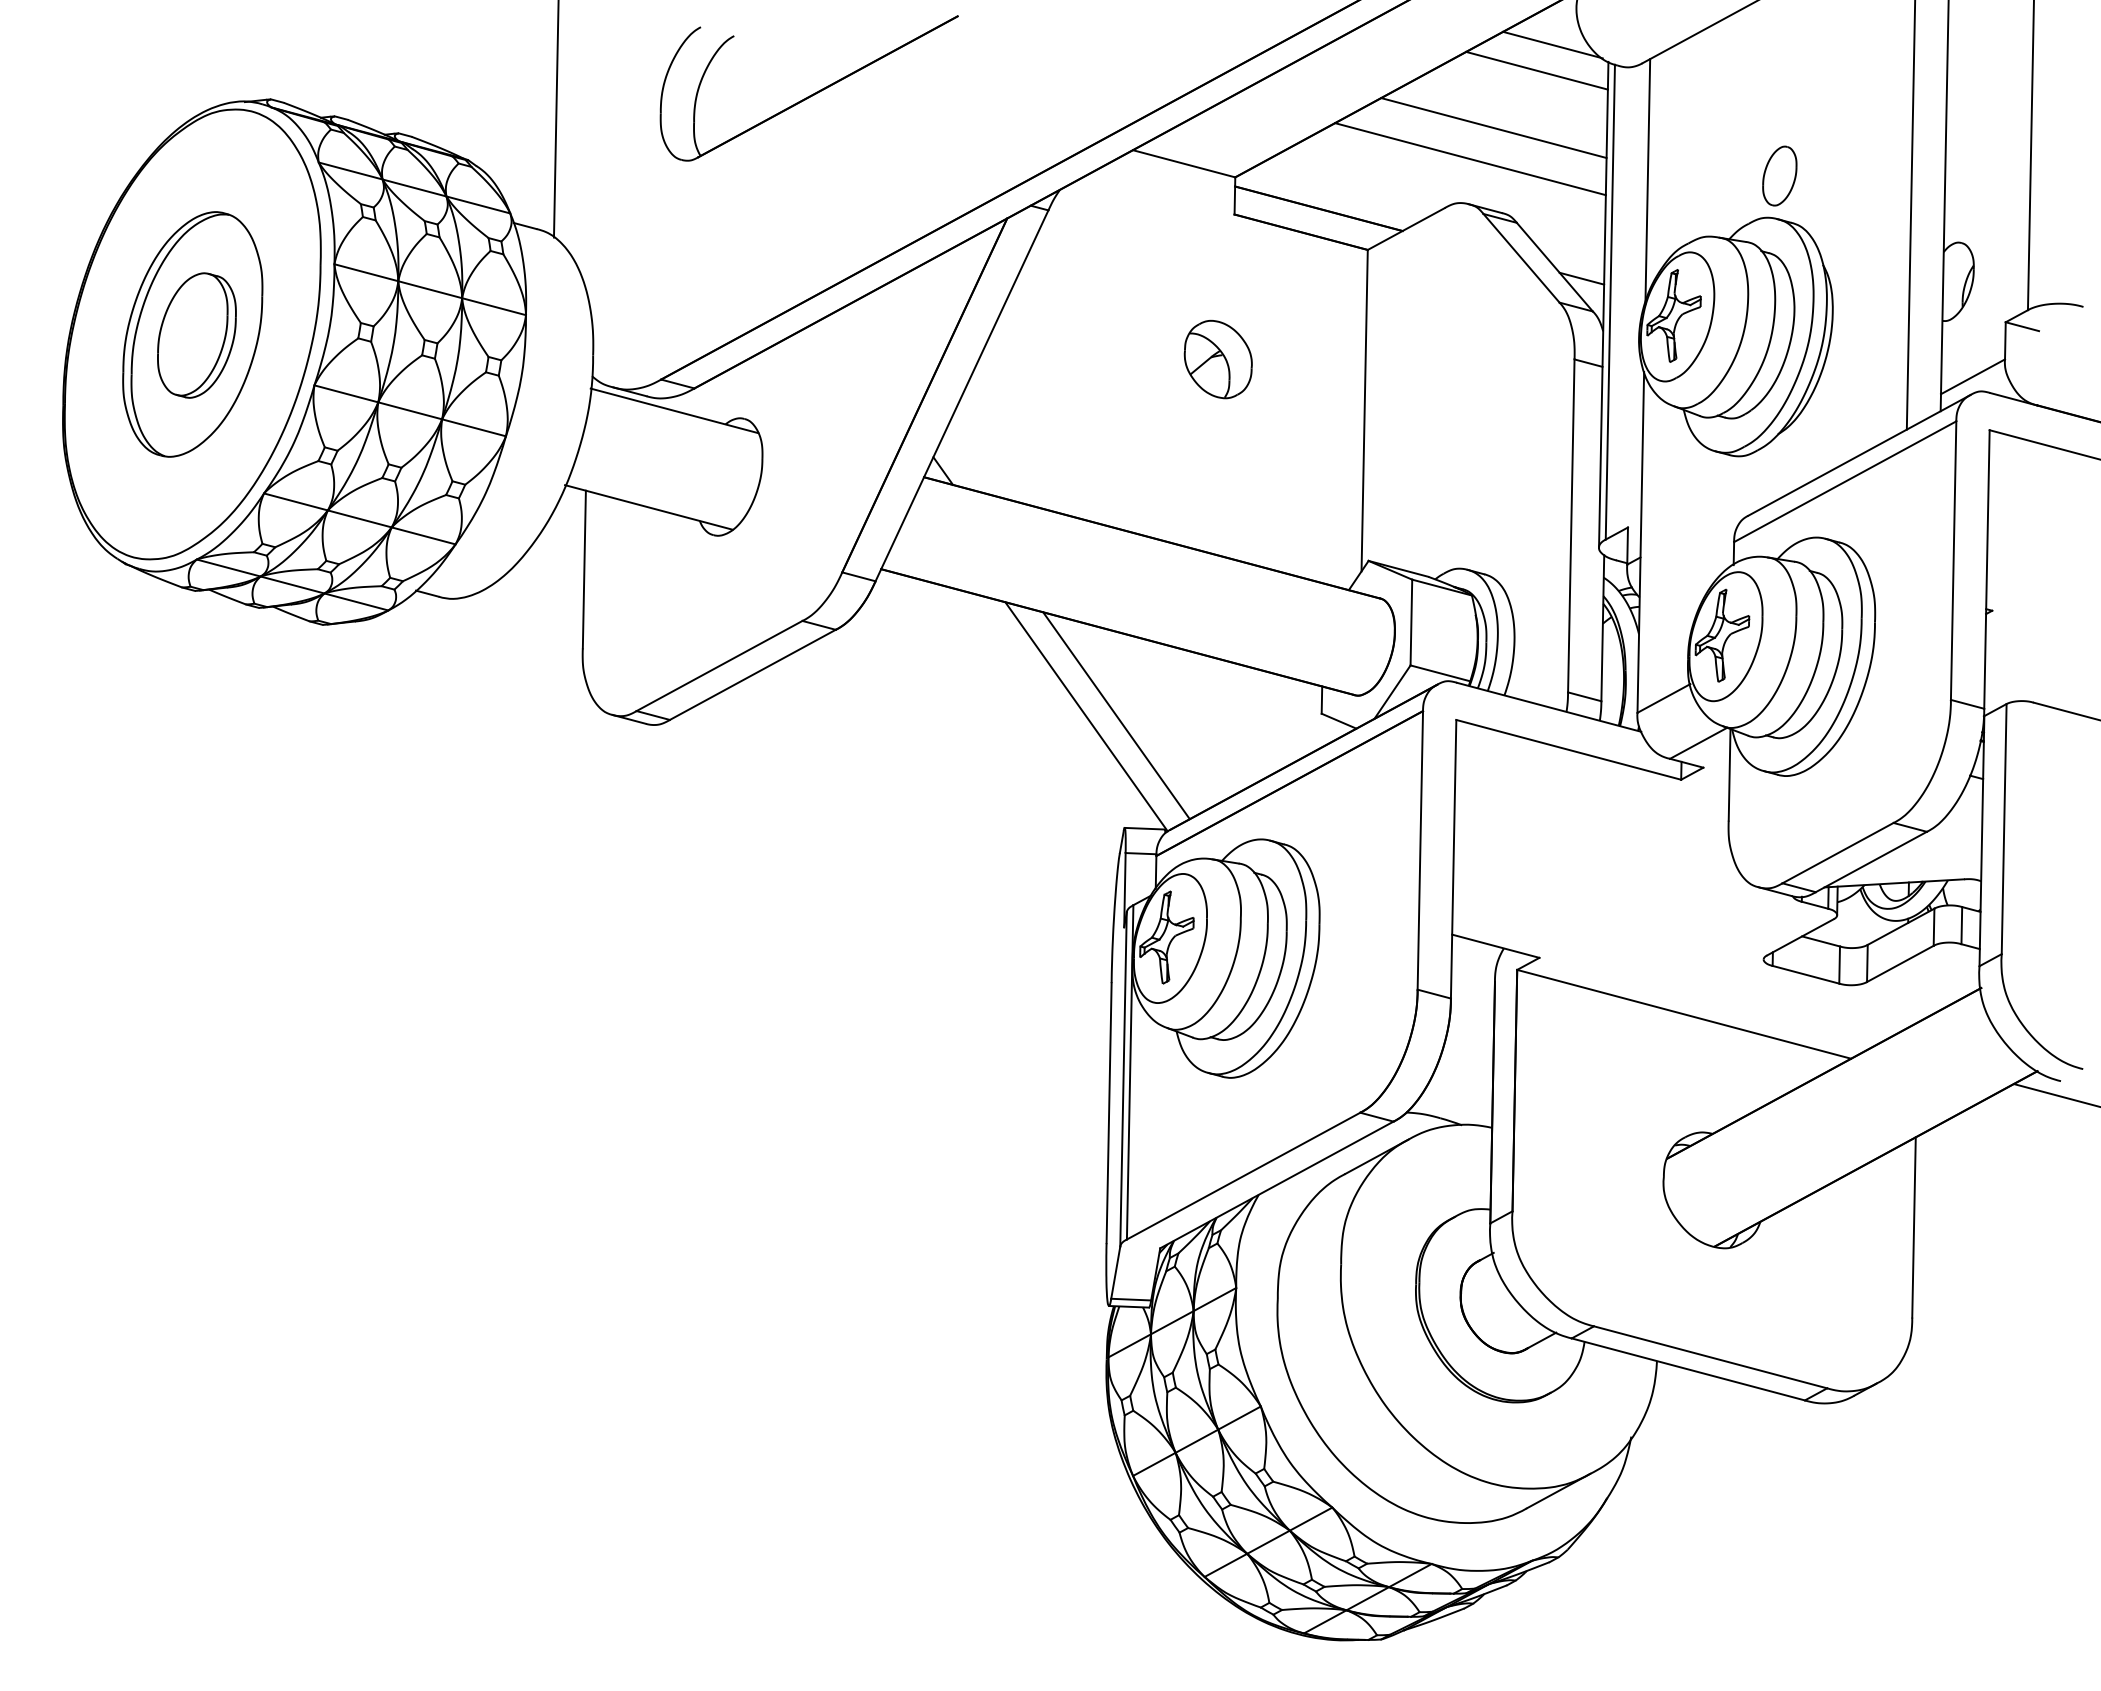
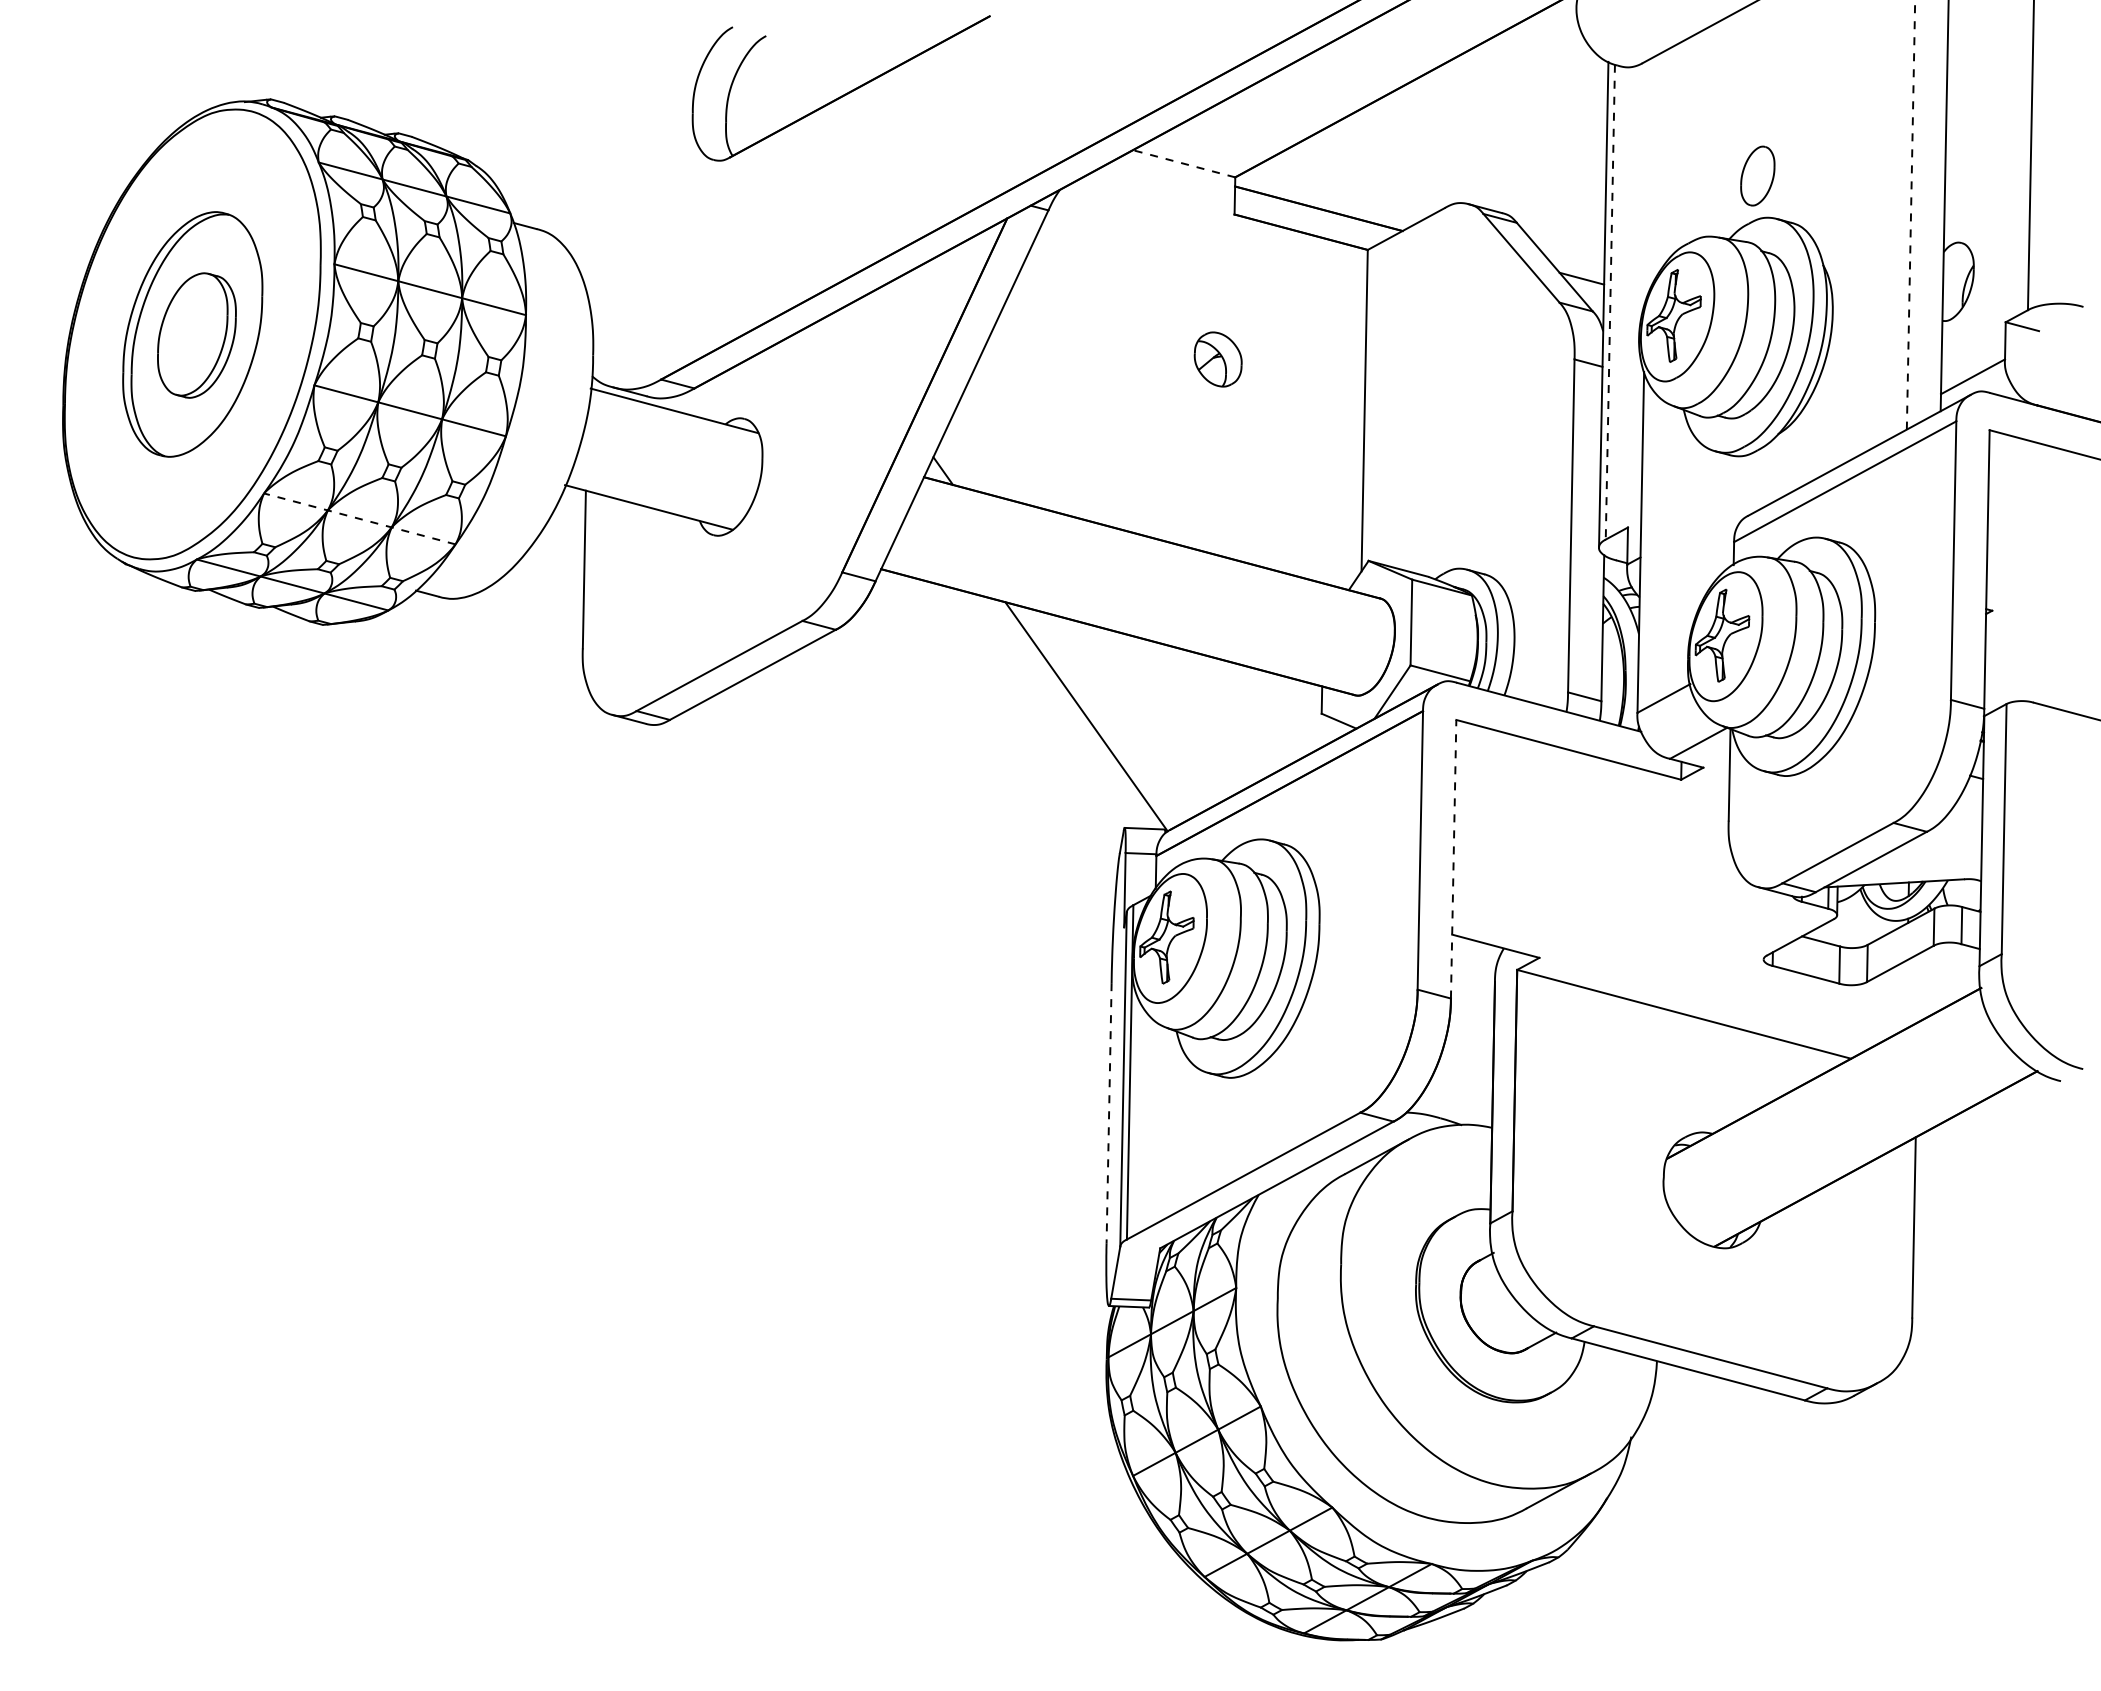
line at (1552, 44): present -> none
line at (1536, 70): present -> none
part at (811, 94) position: (811, 94) -> (843, 94)
line at (555, 119): present -> none
line at (1493, 128): present -> none
line at (1470, 159): present -> none
line at (1184, 163): solid -> dashed
part at (1779, 175) position: (1779, 175) -> (1757, 175)
line at (1647, 181): present -> none
line at (1911, 214): solid -> dashed
line at (1610, 302): solid -> dashed
part at (1217, 359) size: 70x81 px -> 50x57 px
line at (359, 518): solid -> dashed
line at (1116, 715): present -> none
line at (1453, 858): solid -> dashed
line at (2055, 1095): present -> none
line at (1109, 1113): solid -> dashed
